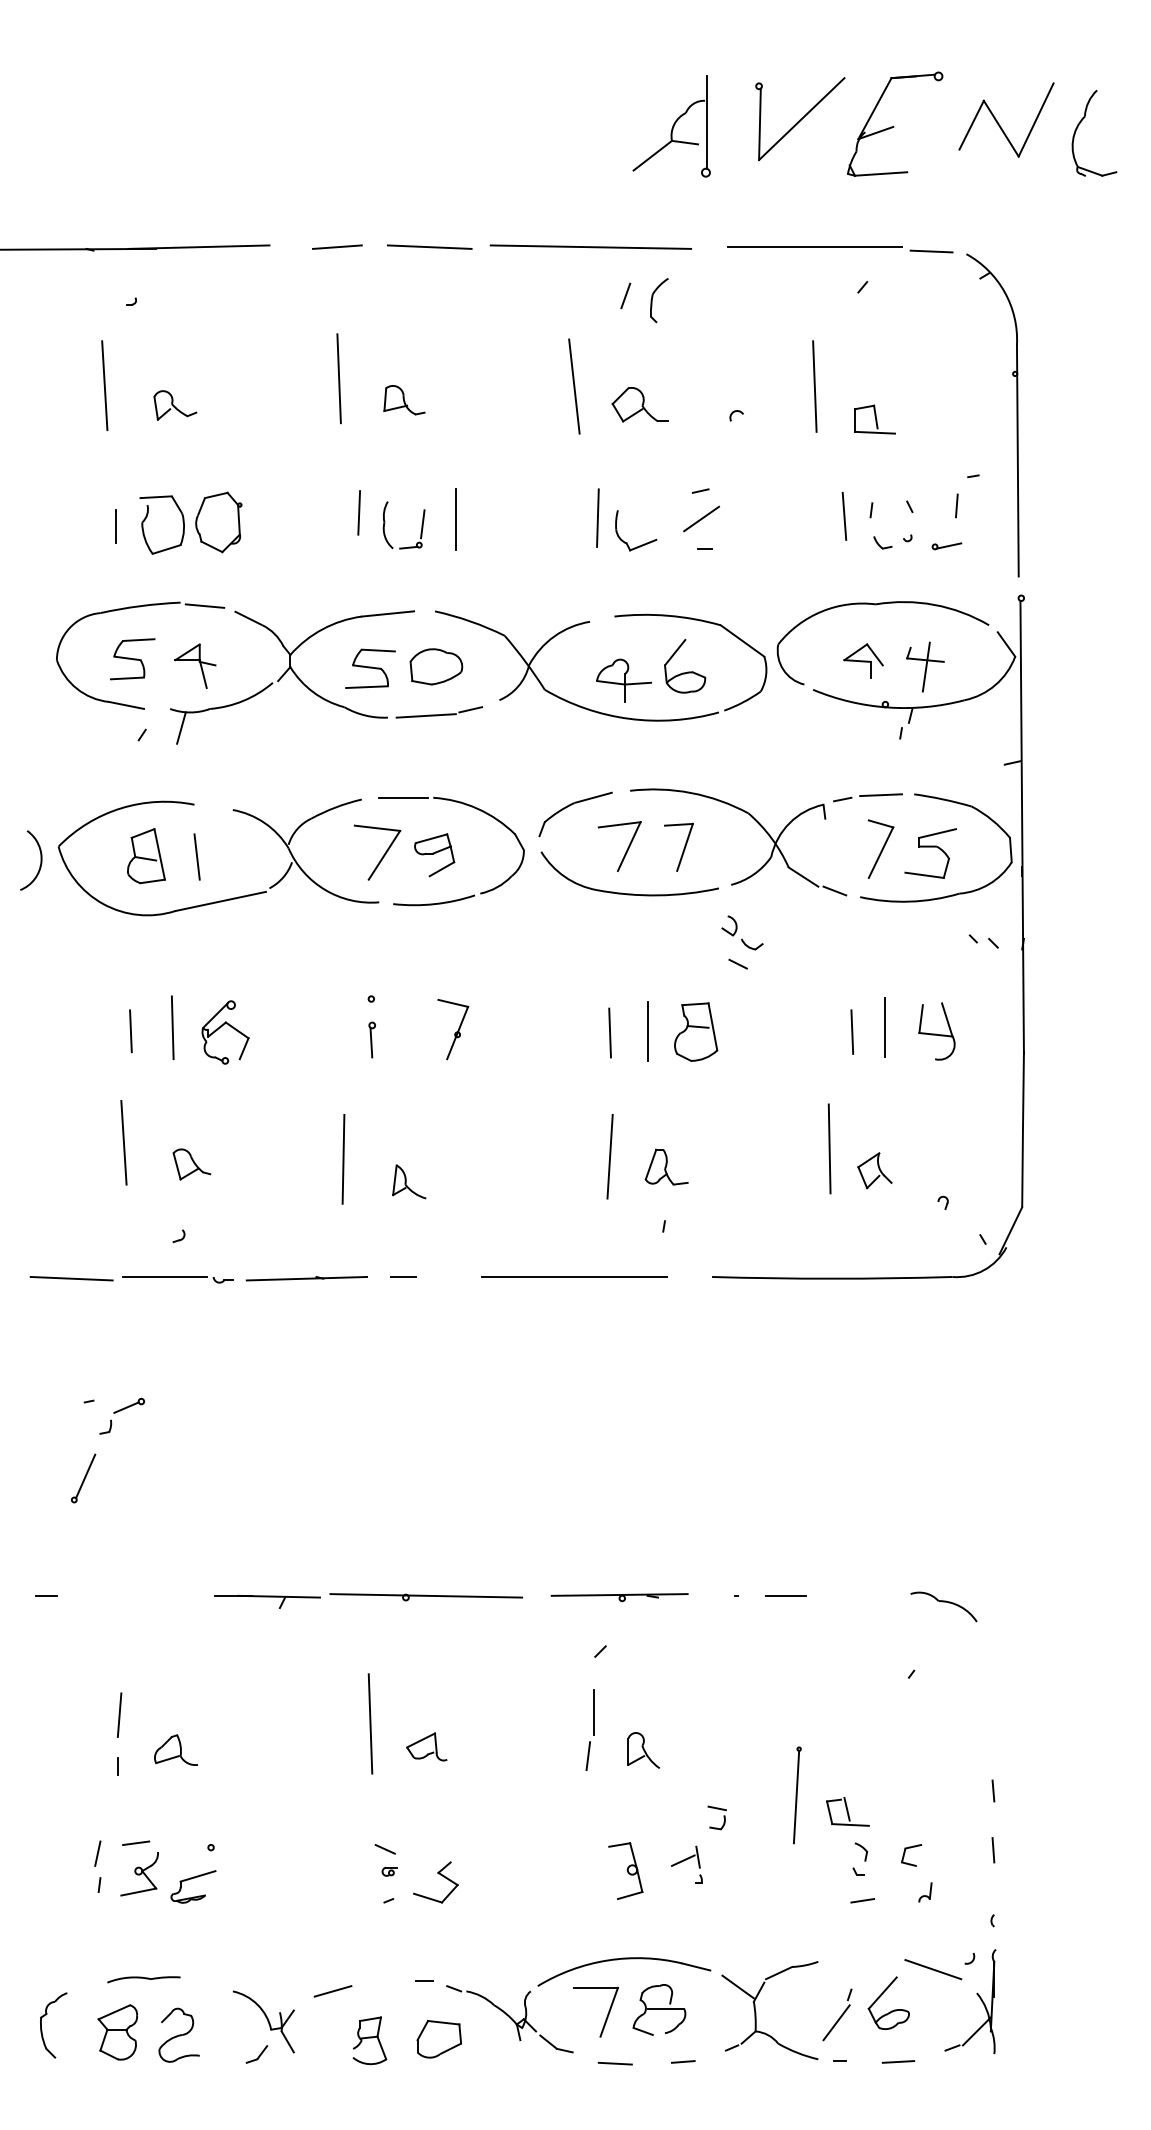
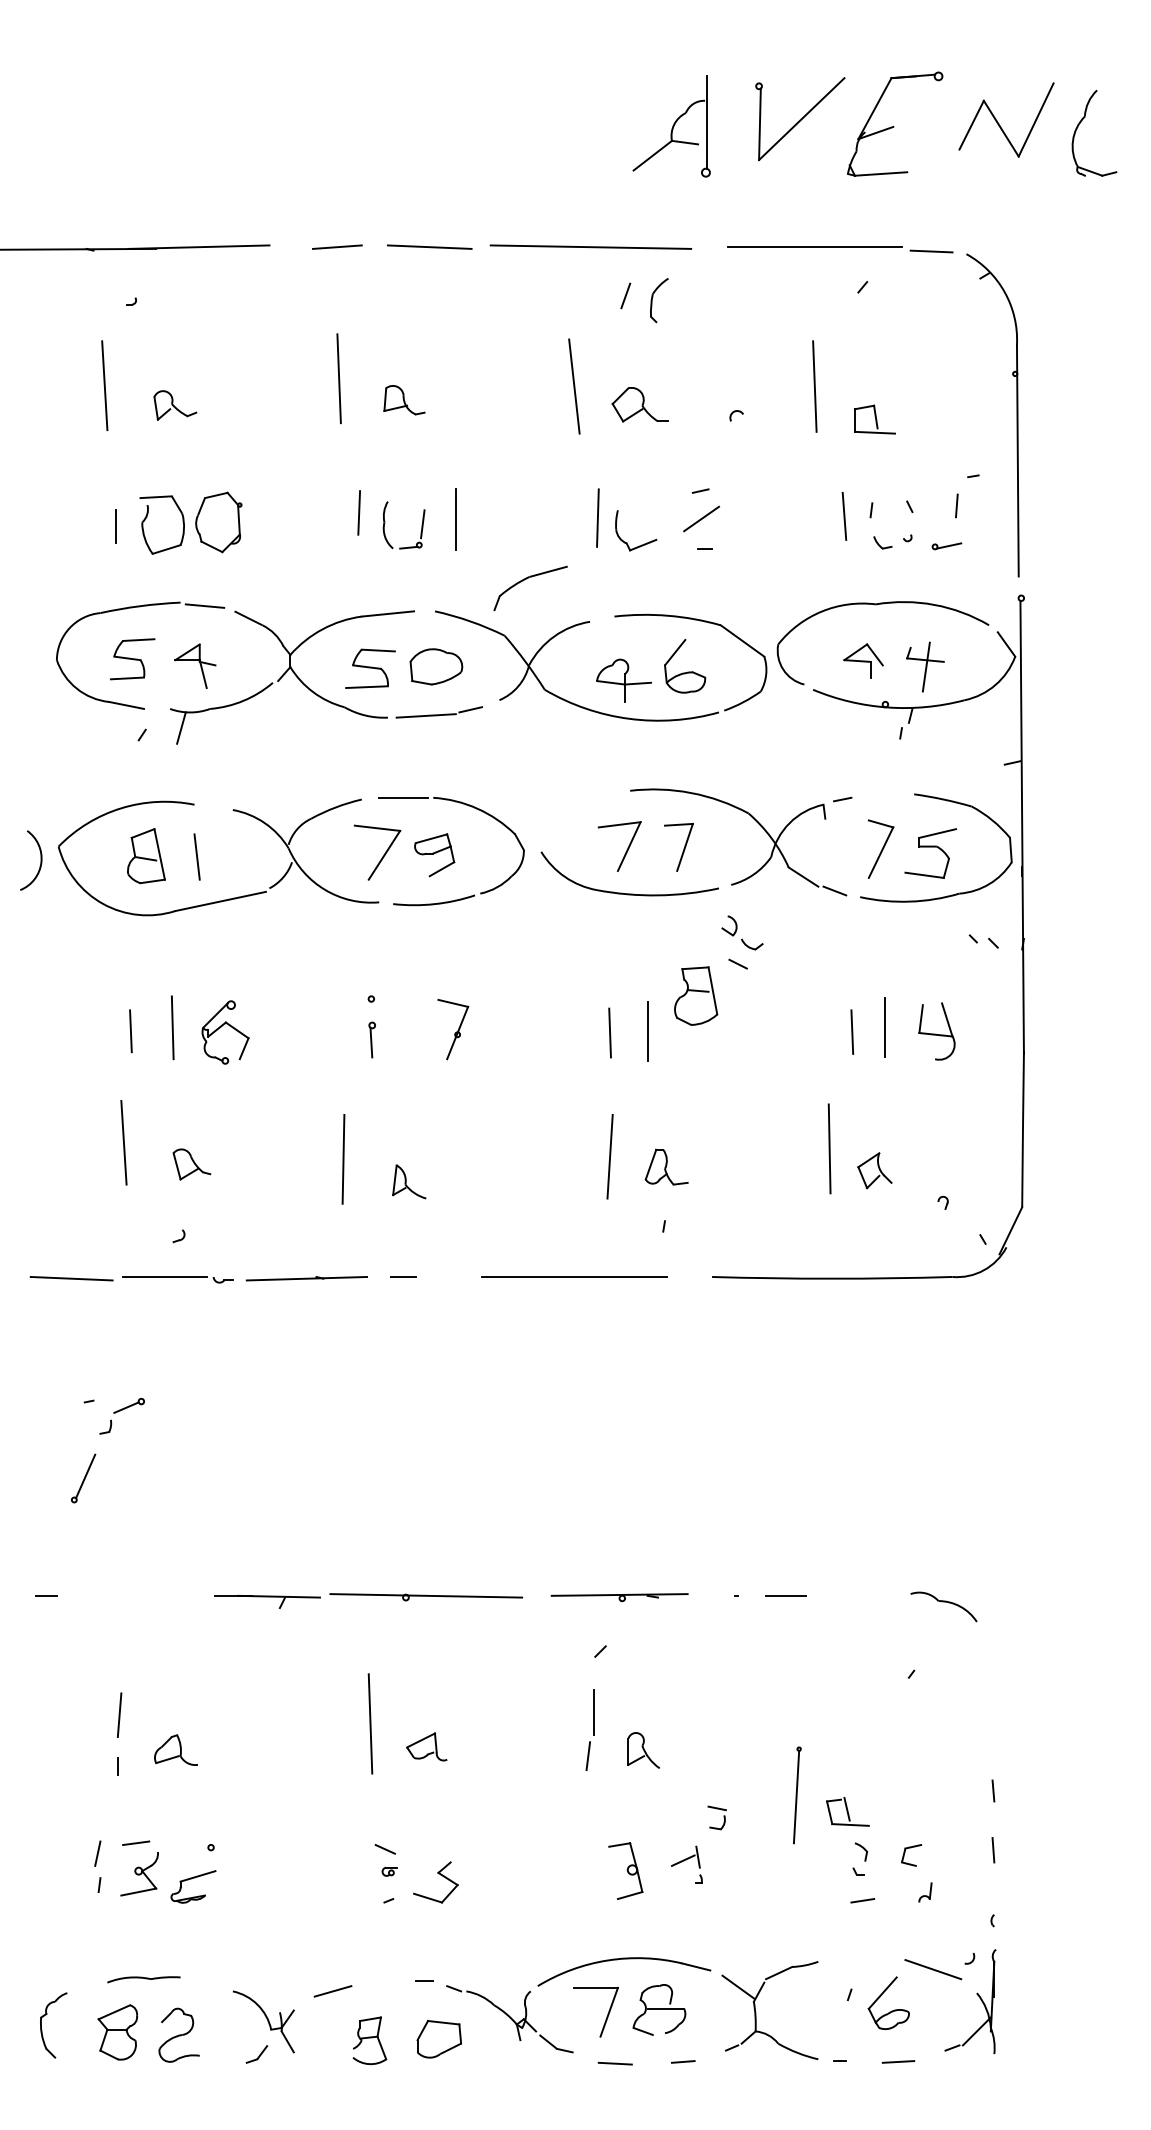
line at (880, 795): present -> none
part at (571, 805) position: (571, 805) -> (526, 579)
part at (696, 1031) position: (696, 1031) -> (696, 995)
line at (836, 2022): present -> none
